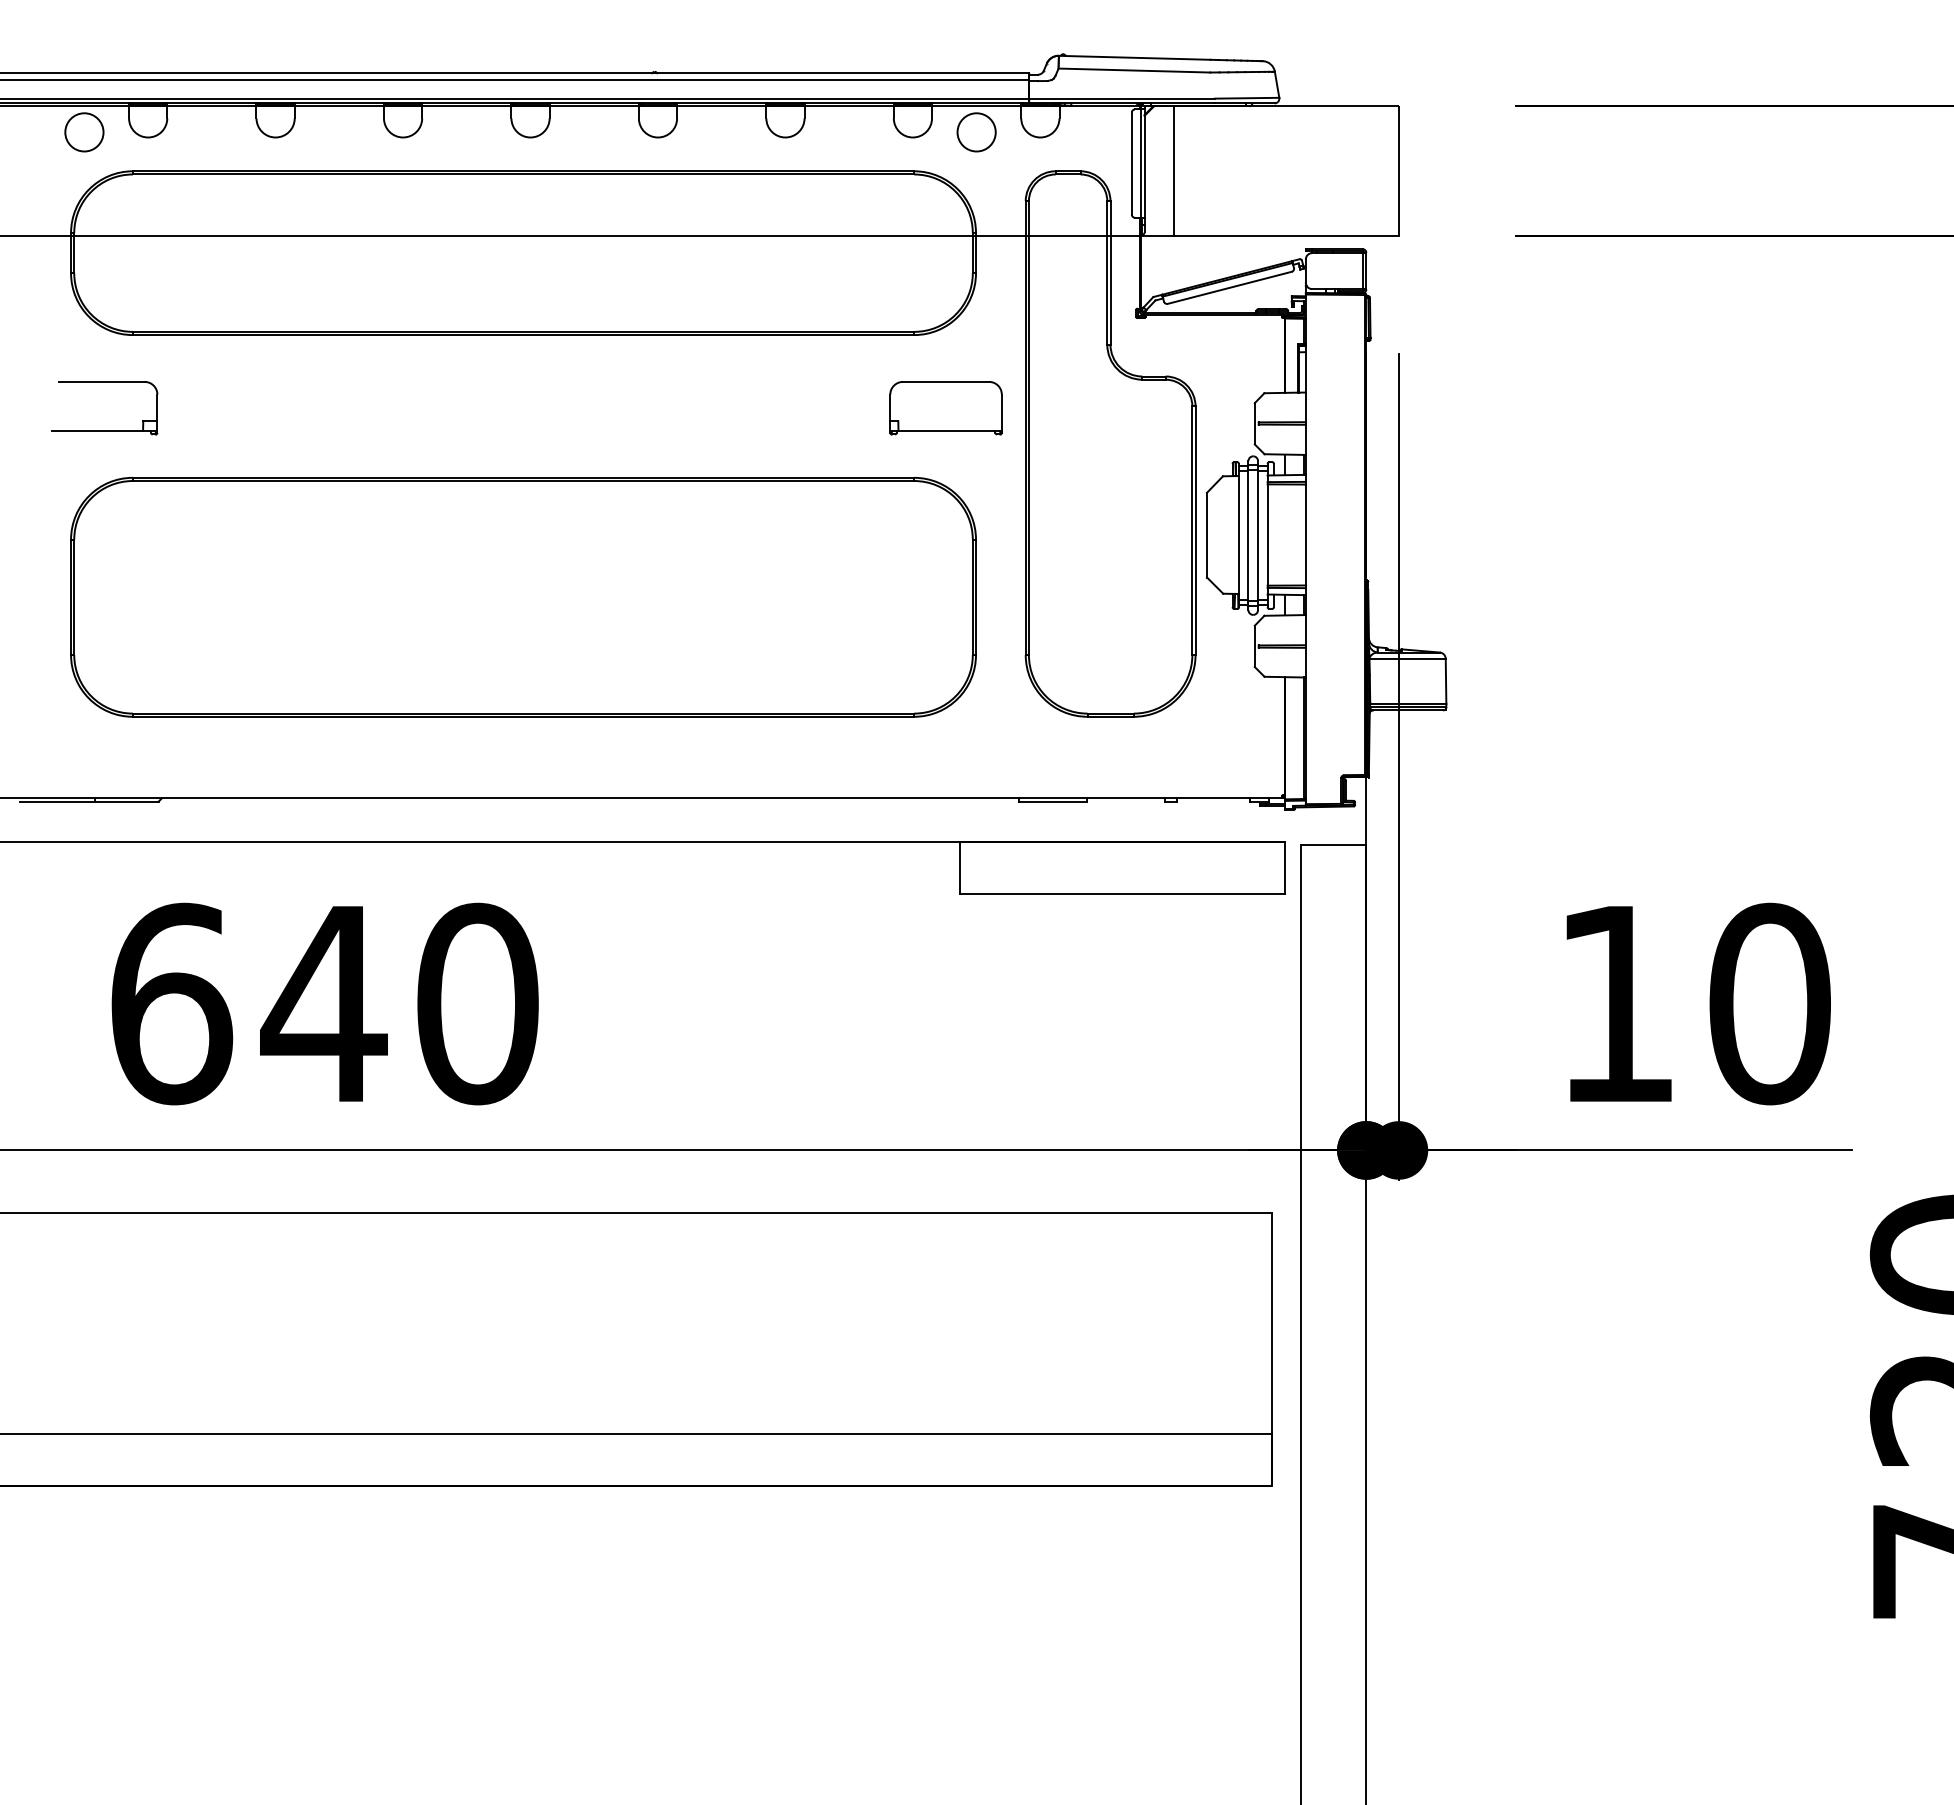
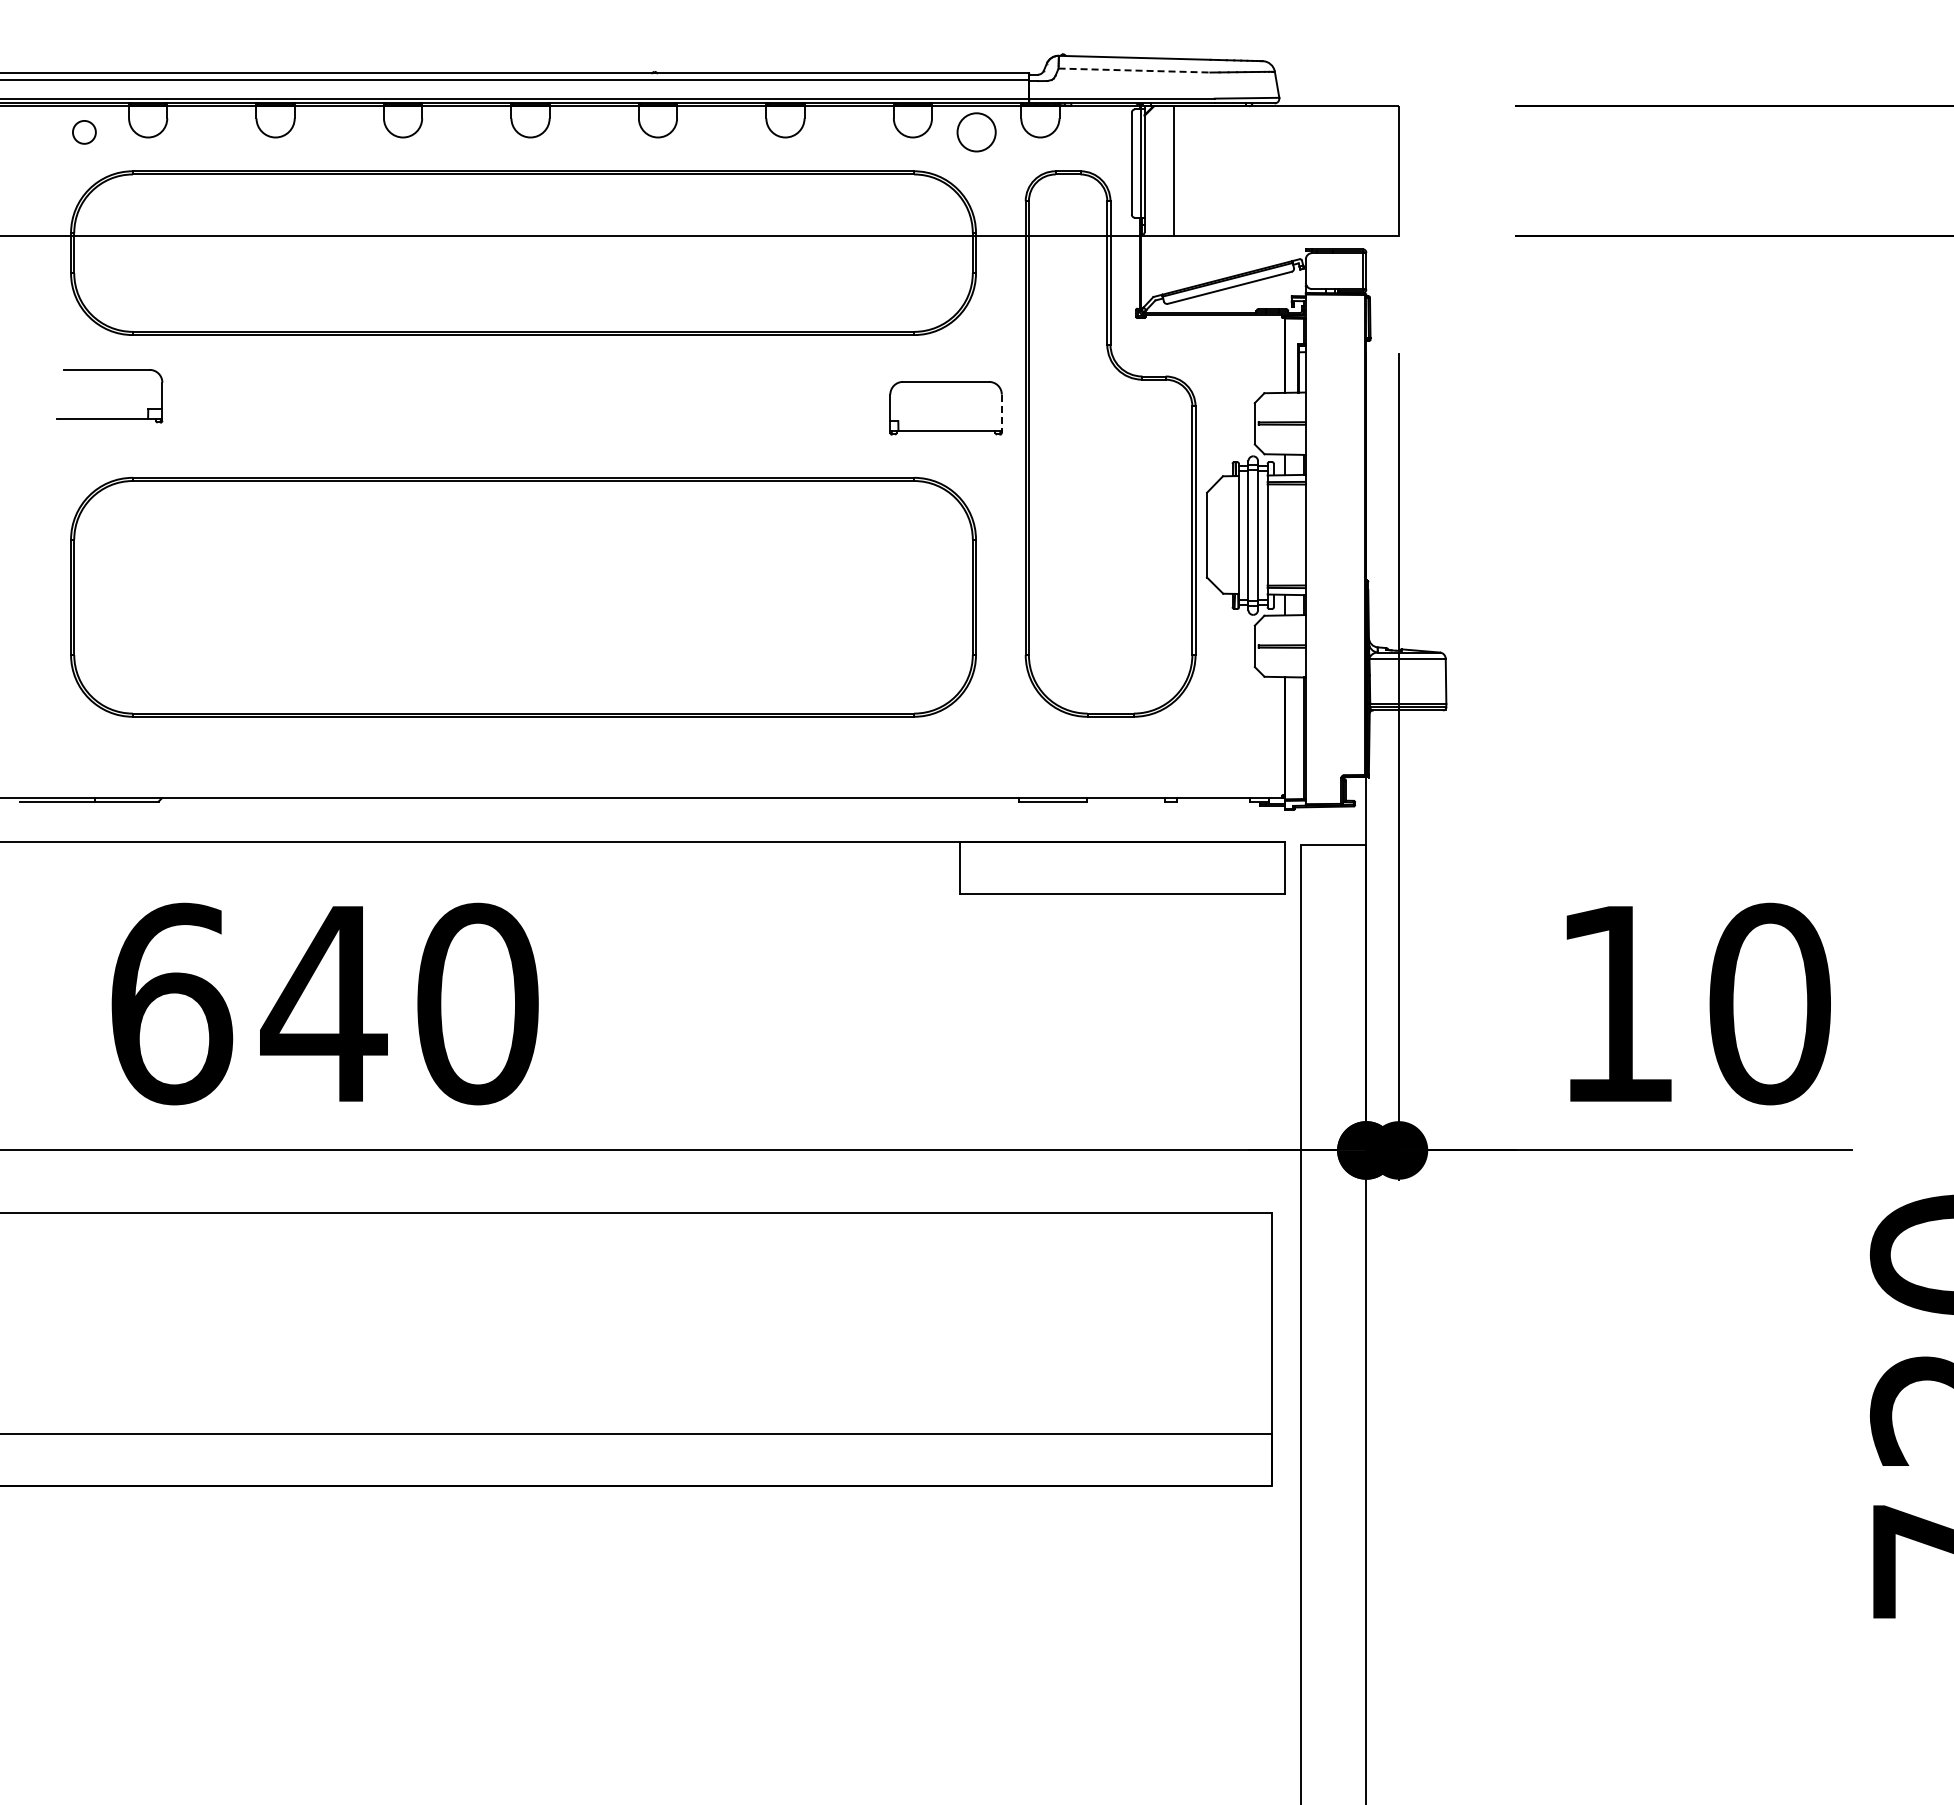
line at (1134, 70): solid -> dashed
circle at (84, 132) diameter: 38 px -> 23 px
line at (1001, 414): solid -> dashed
part at (104, 430) position: (104, 430) -> (109, 418)
